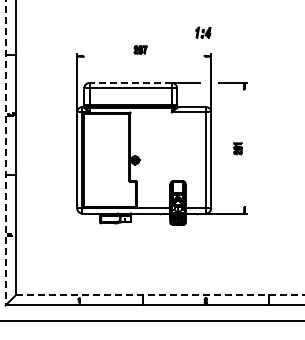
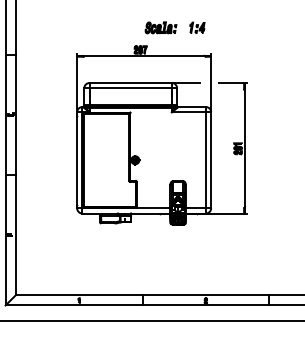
part at (160, 27): none -> present
part at (203, 32) position: (203, 32) -> (197, 27)
line at (143, 56): none -> present
line at (130, 83): dashed -> solid
line at (244, 148): none -> present
line at (5, 153): dashed -> solid
line at (160, 295): dashed -> solid
